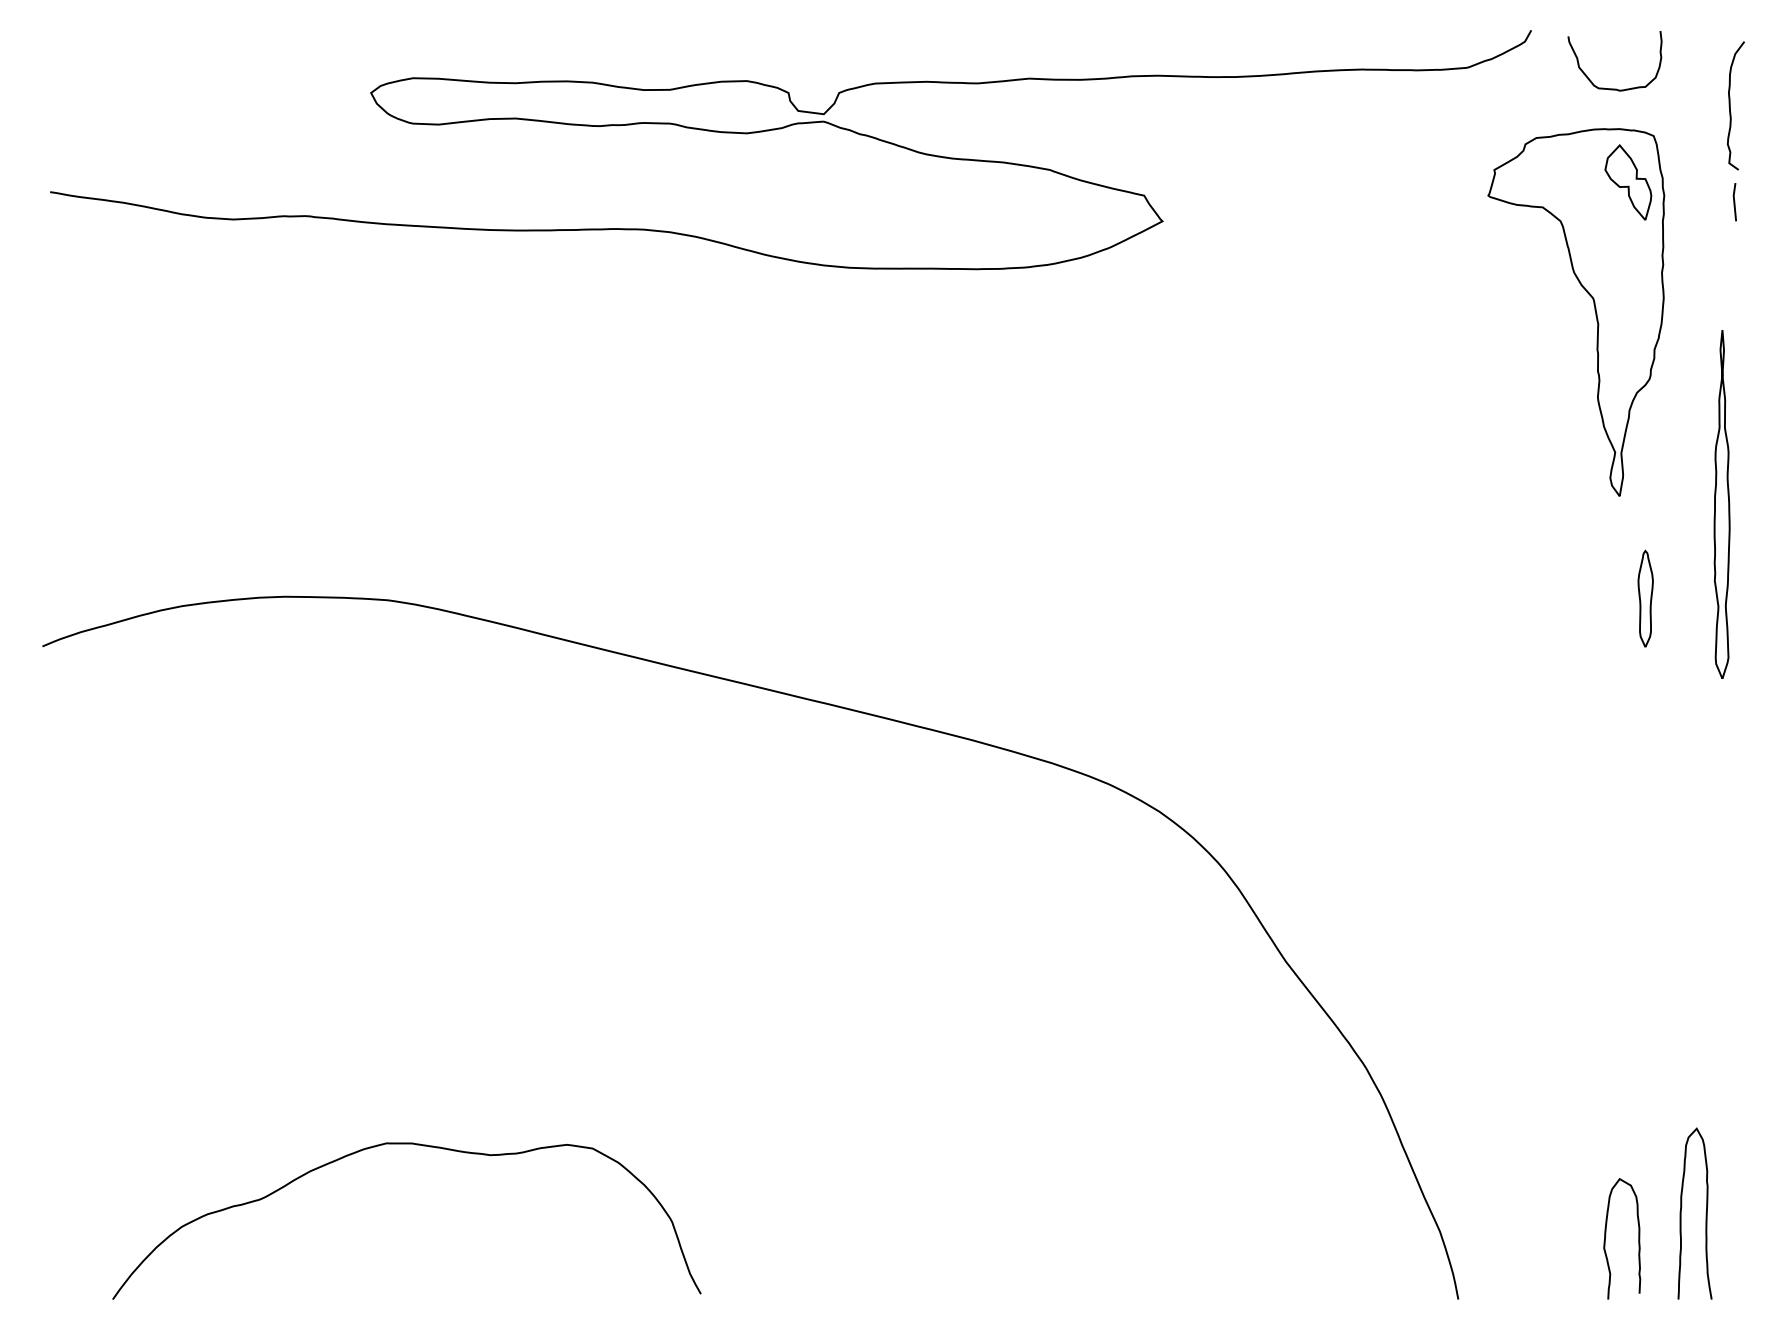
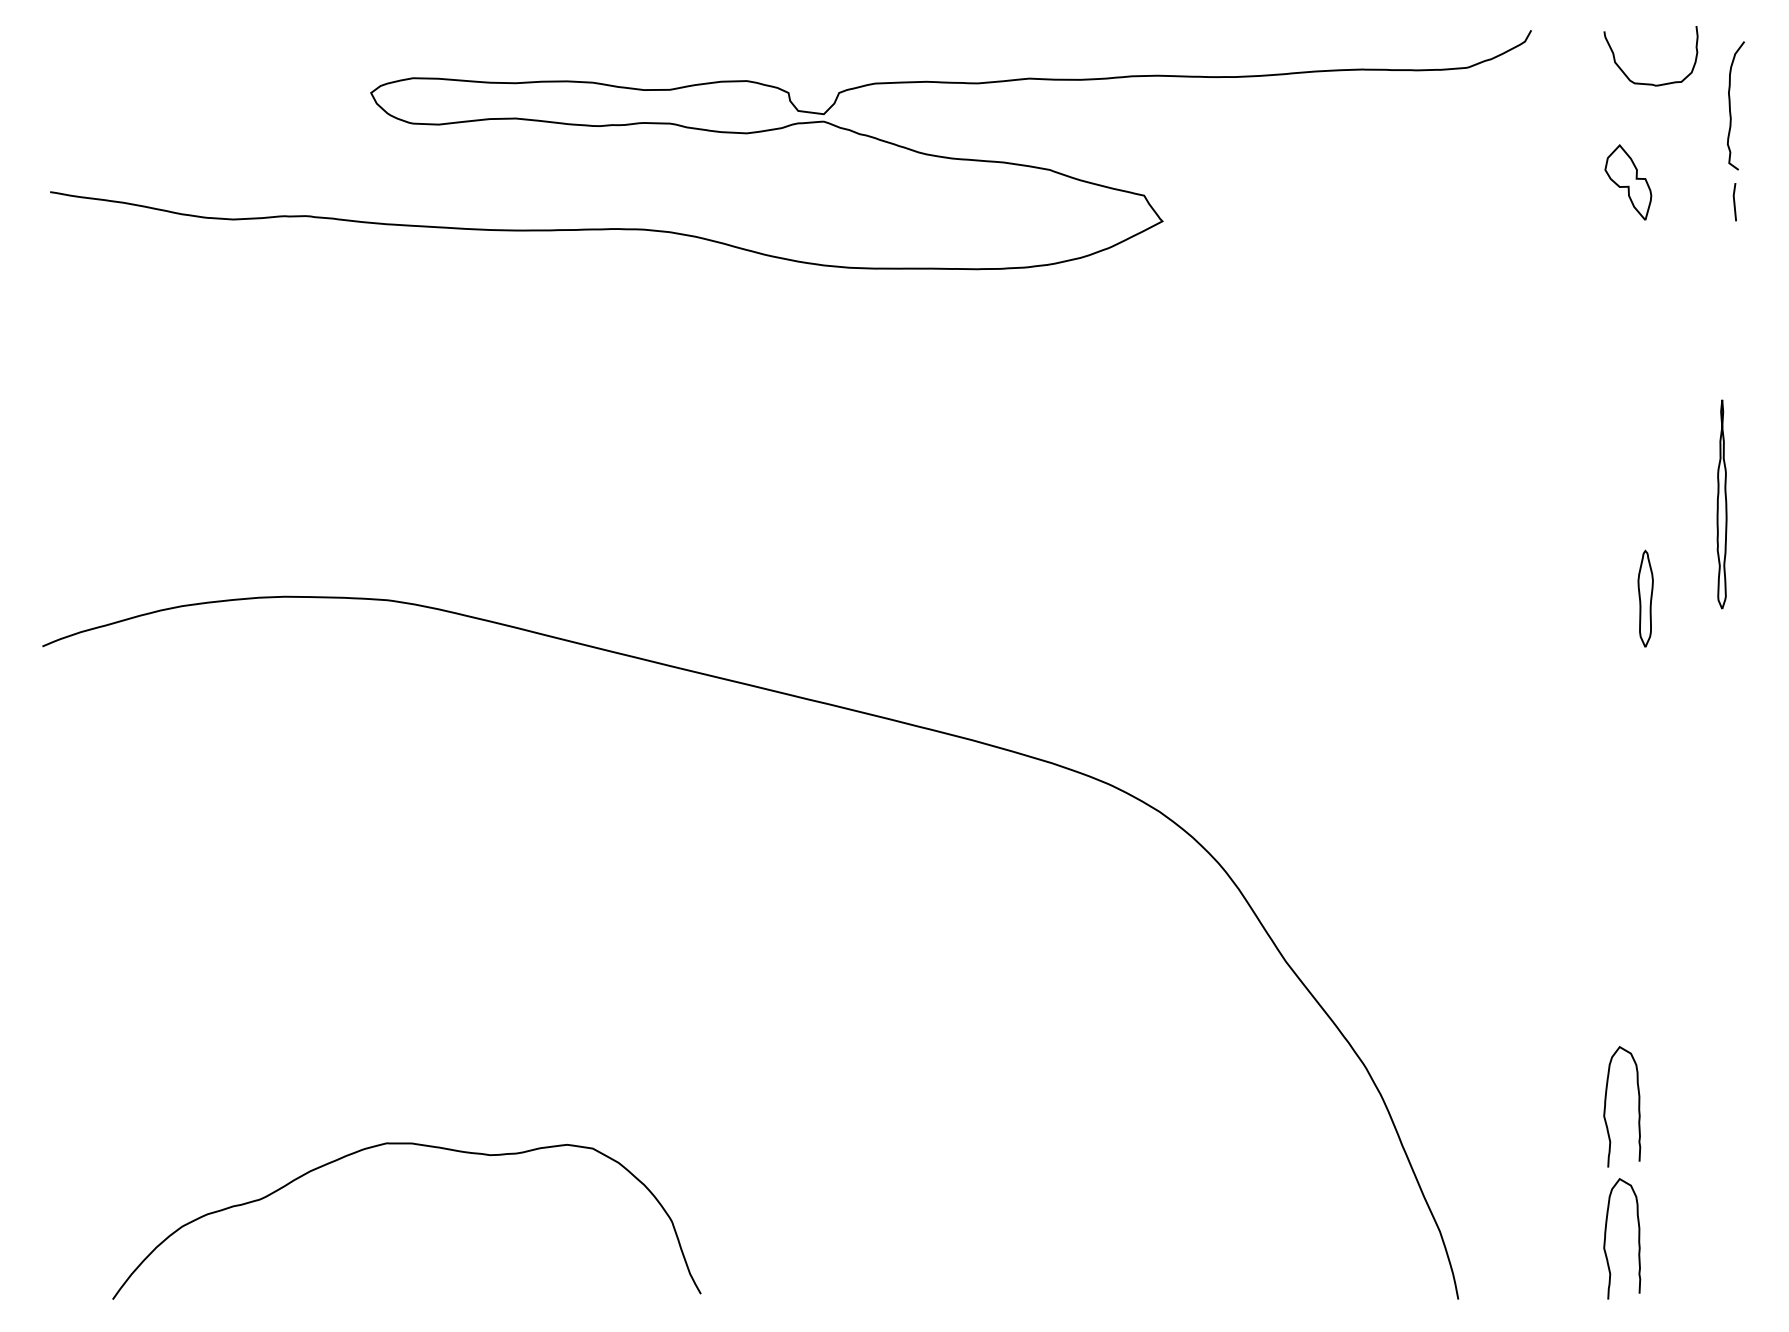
curve at (1614, 88) position: (1614, 88) -> (1650, 83)
part at (1594, 310): present -> none
part at (1721, 504) size: 18x349 px -> 12x211 px
curve at (1638, 1106): none -> present
curve at (1705, 1213): present -> none
